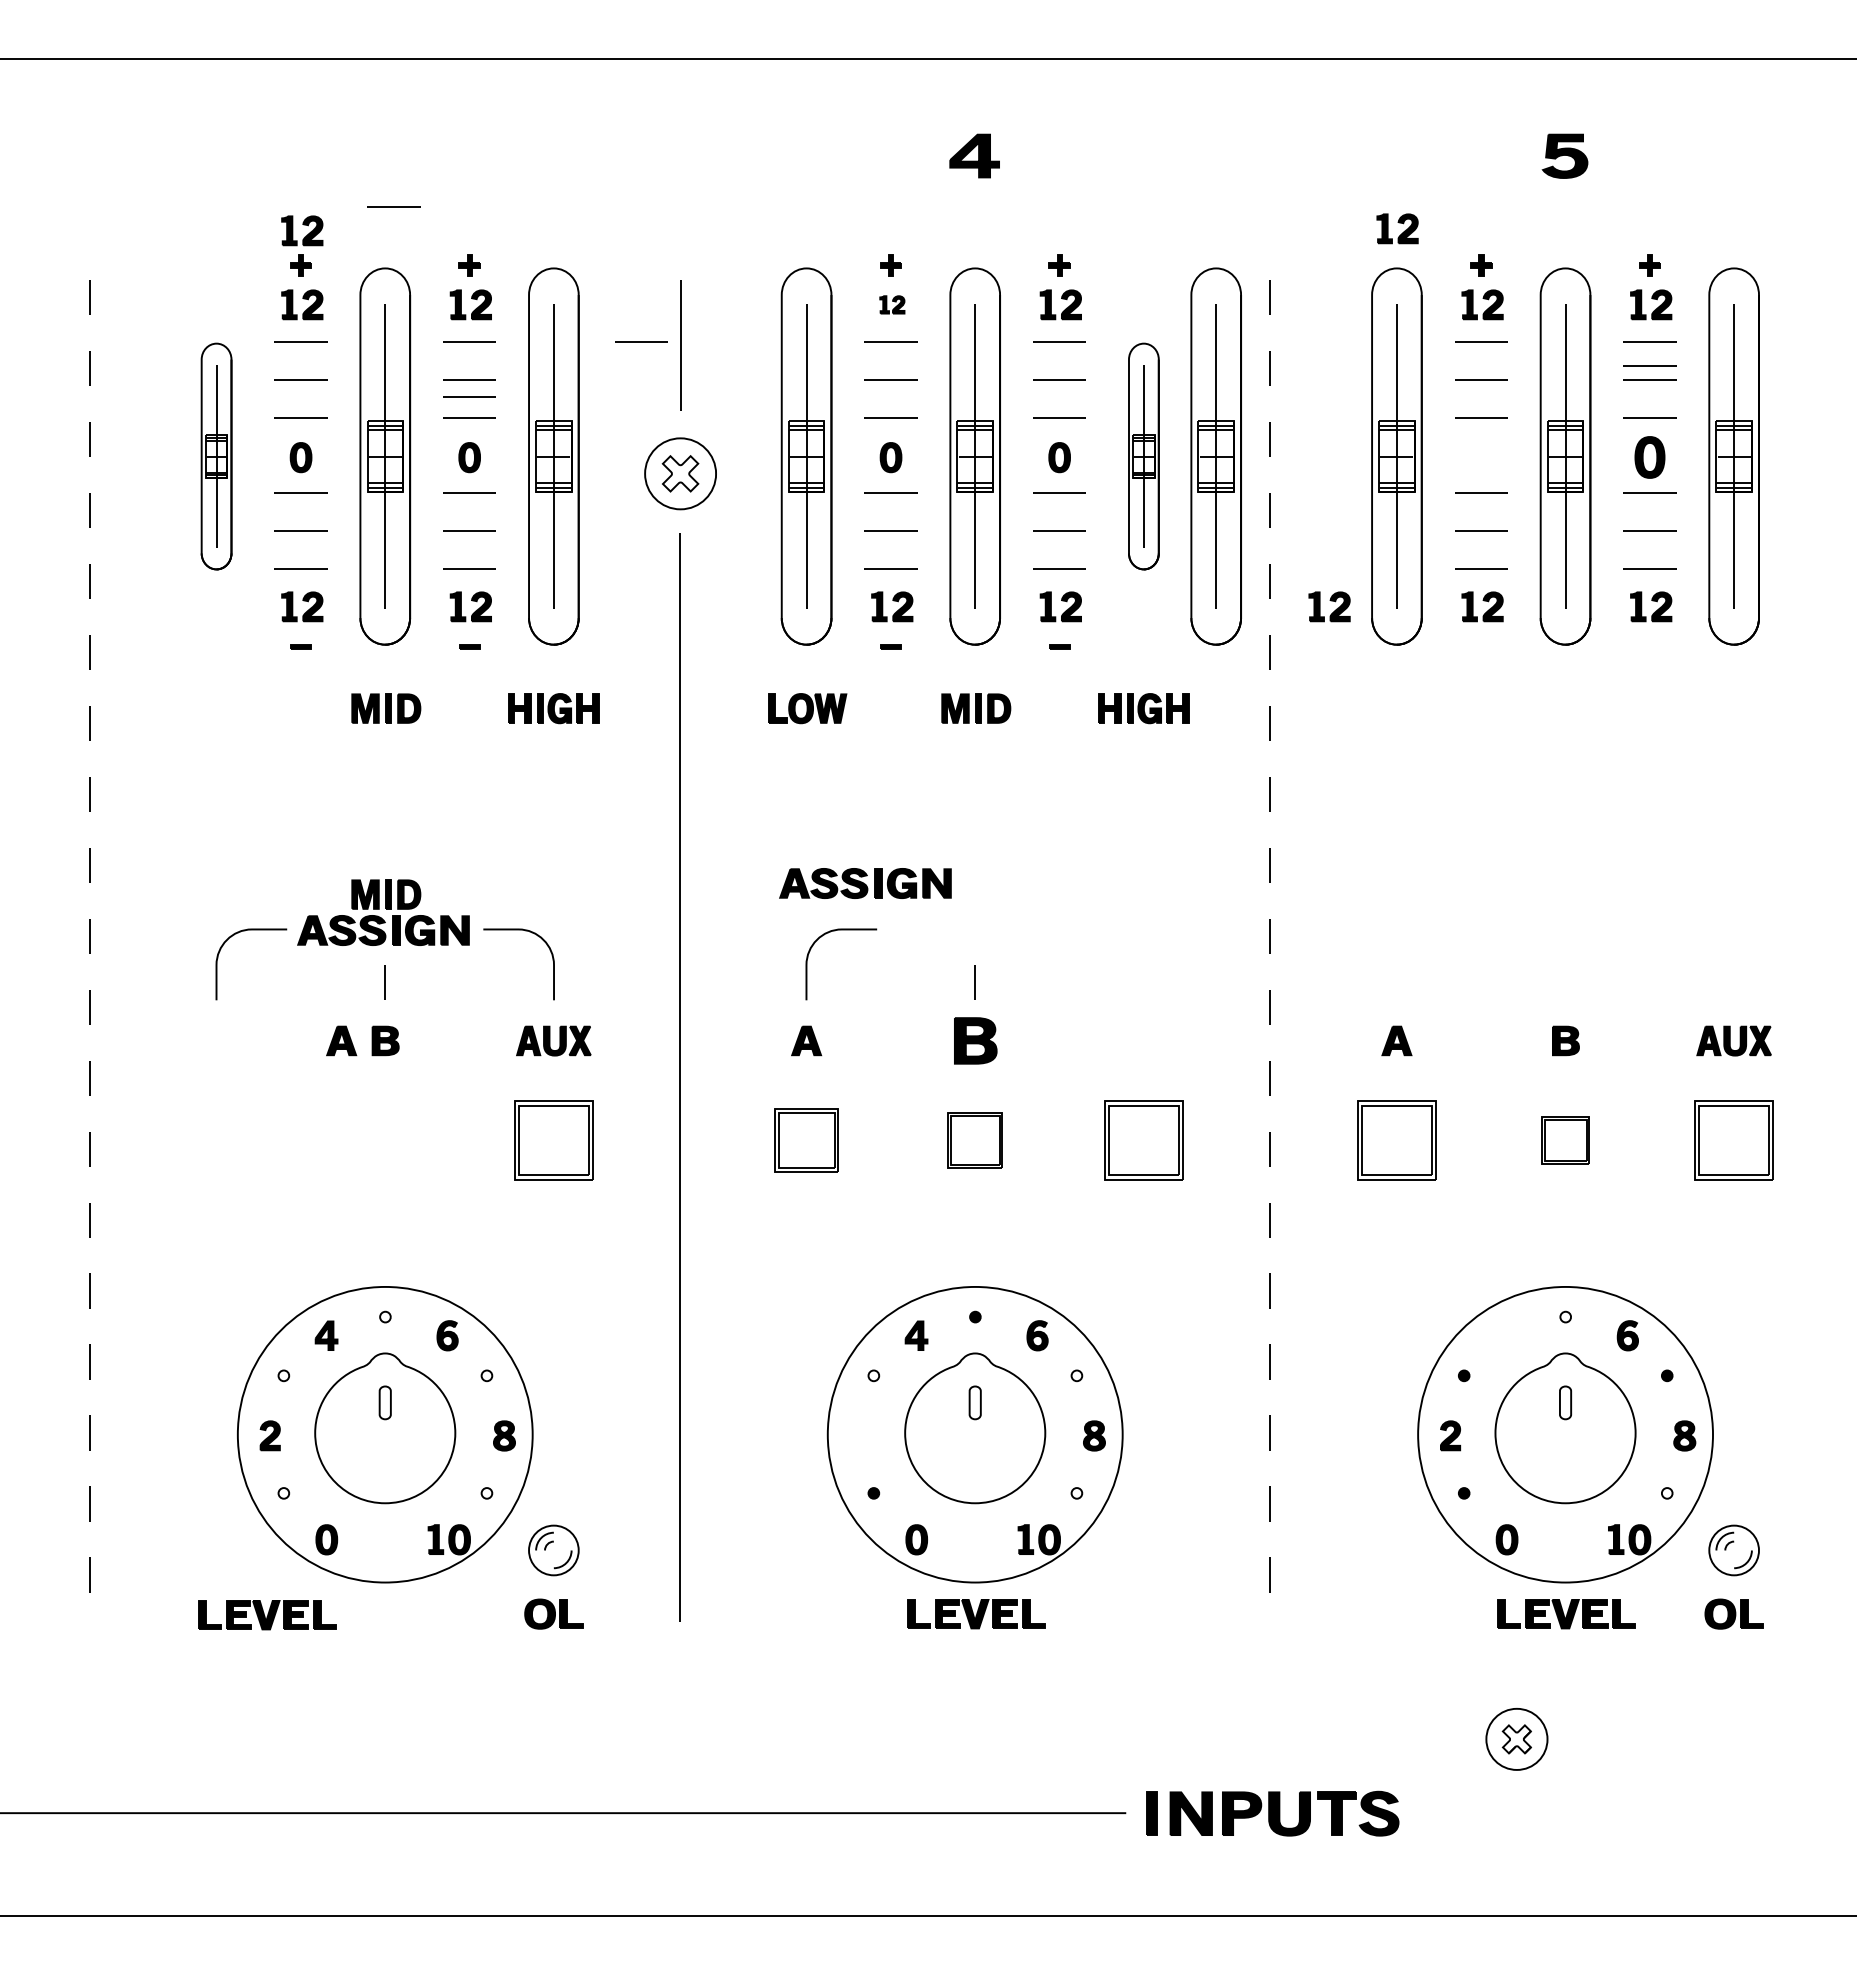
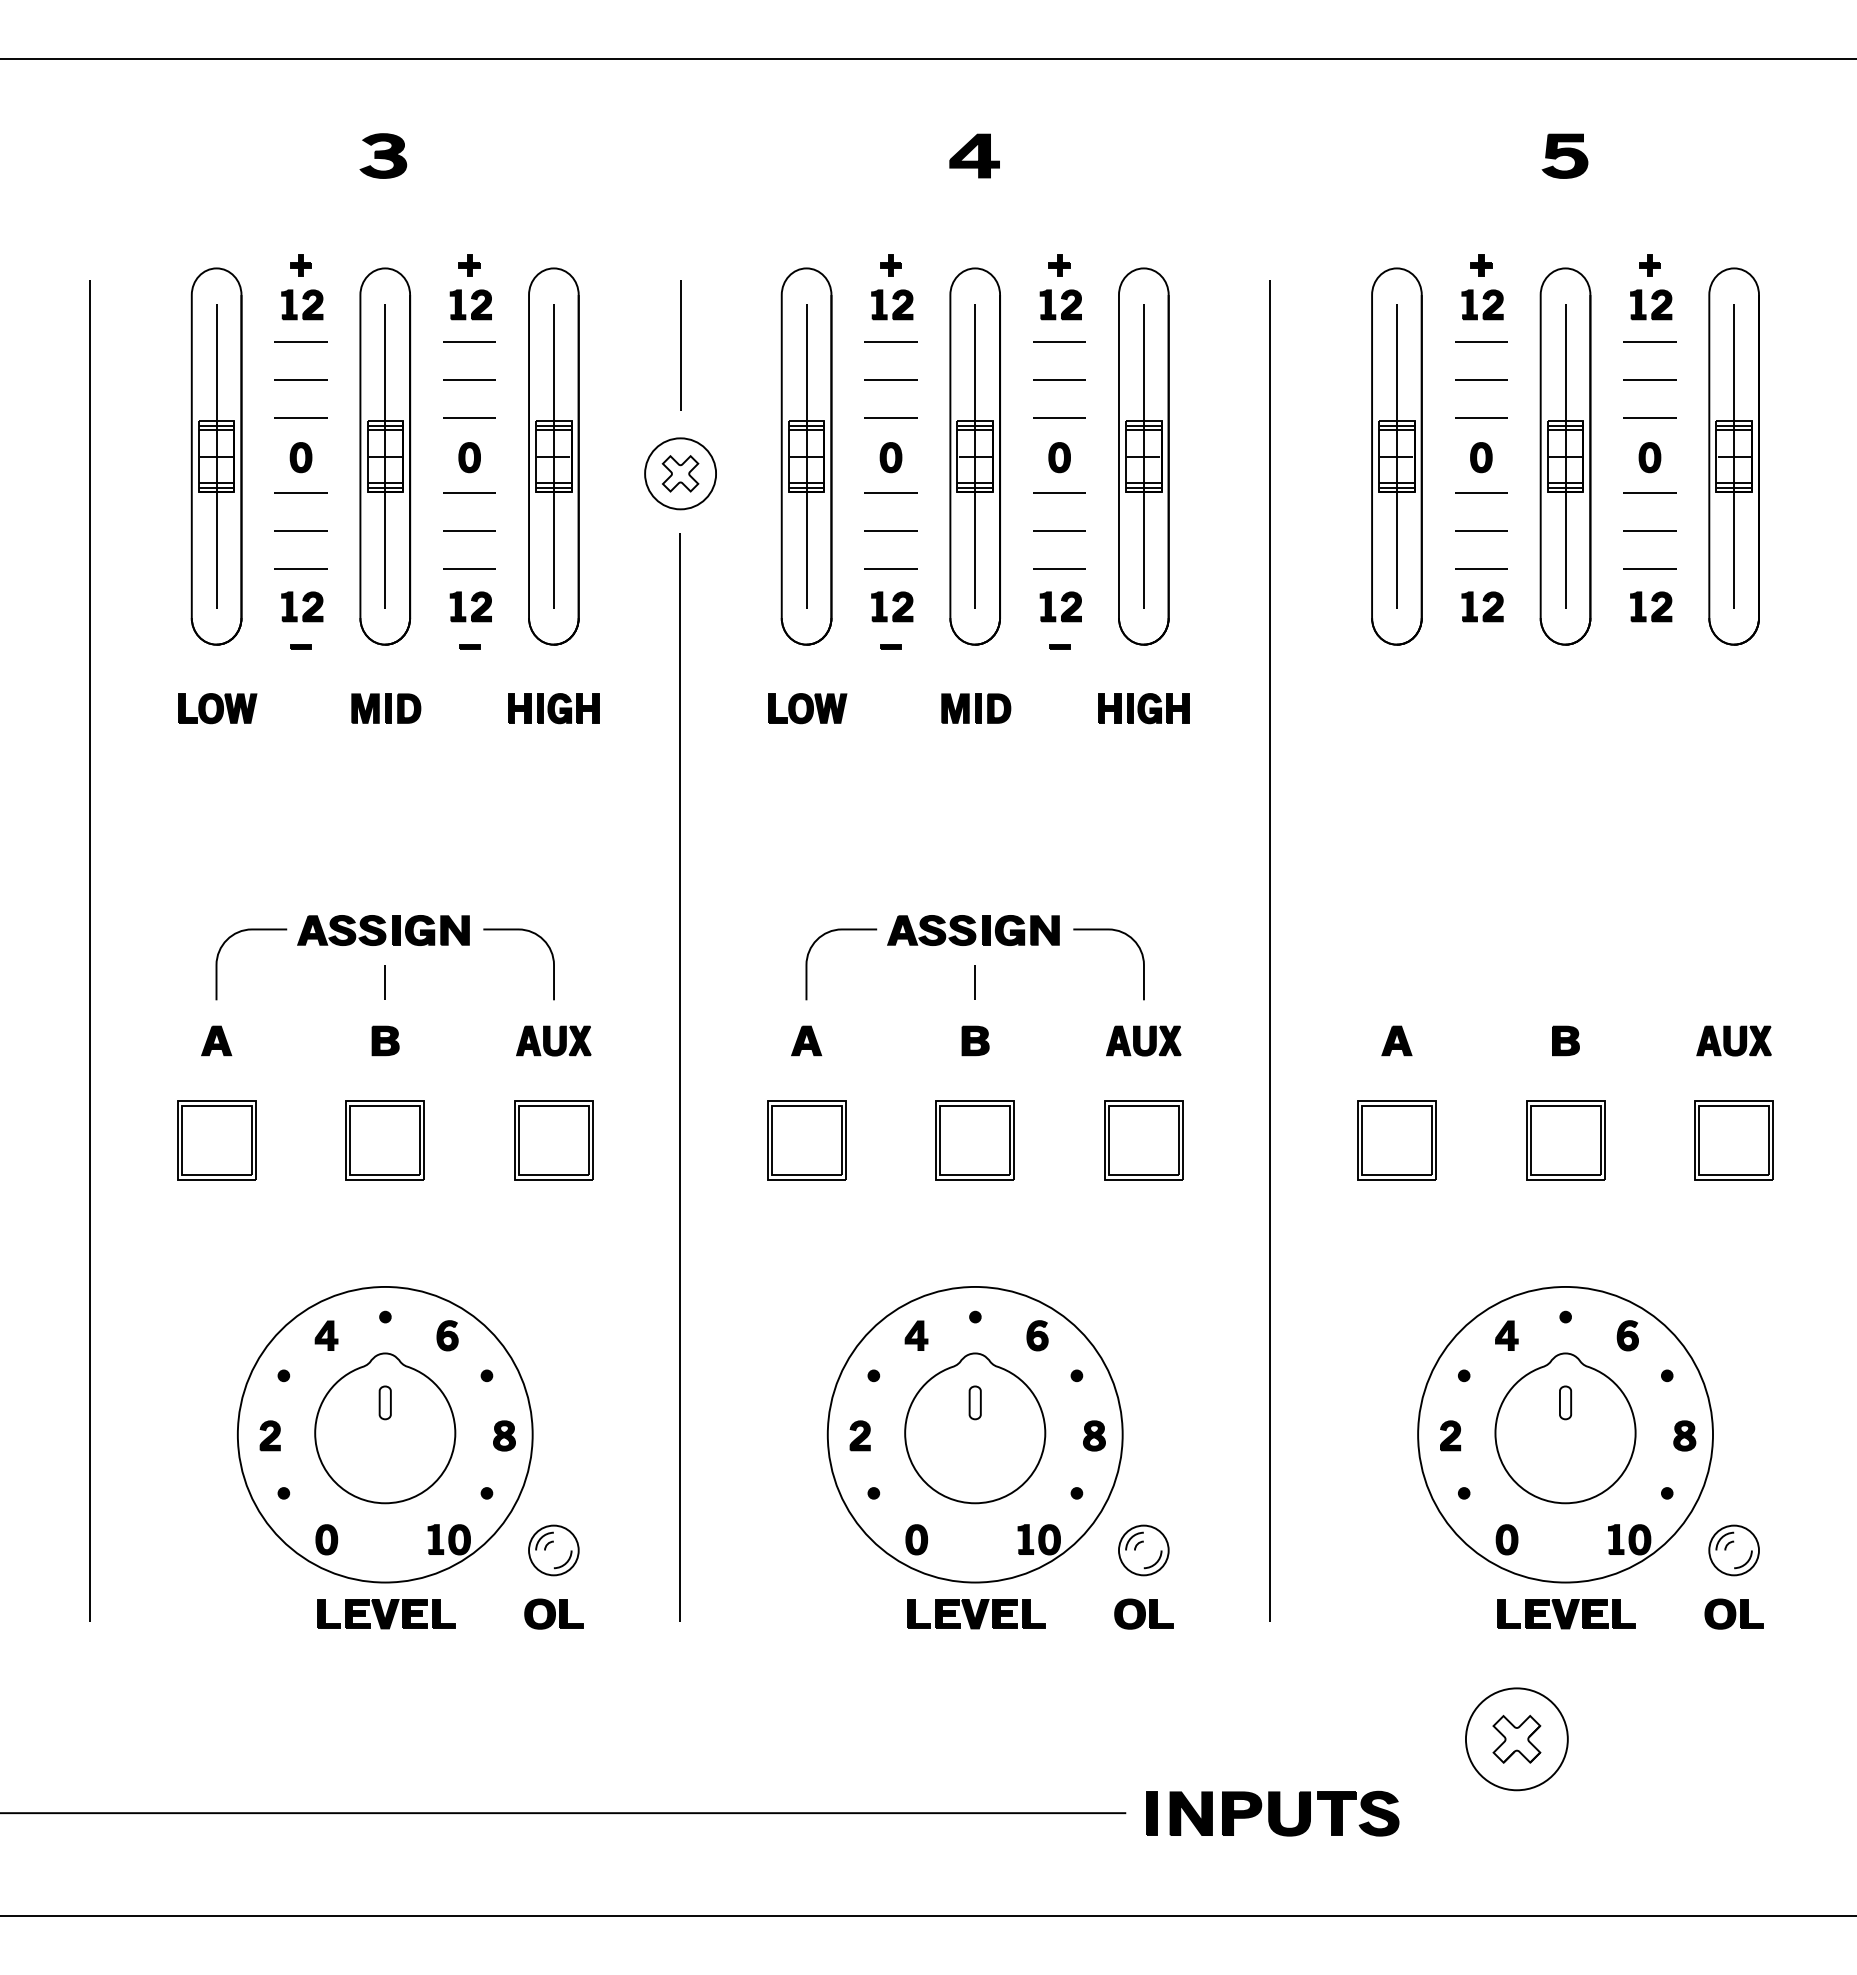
part at (383, 155): none -> present
line at (393, 206): present -> none
part at (1397, 228): present -> none
part at (302, 230): present -> none
part at (892, 304) size: 27x20 px -> 43x32 px
line at (641, 341): present -> none
line at (1649, 365): present -> none
line at (469, 396): present -> none
part at (216, 456) size: 33x229 px -> 53x379 px
part at (1143, 456) size: 32x229 px -> 52x379 px
part at (1215, 456): present -> none
part at (1481, 457): none -> present
part at (1649, 457) size: 32x43 px -> 24x32 px
part at (1329, 606): present -> none
part at (217, 708): none -> present
part at (865, 883) position: (865, 883) -> (973, 930)
part at (386, 894): present -> none
curve at (1121, 933): none -> present
line at (89, 951): dashed -> solid
line at (1270, 951): dashed -> solid
part at (341, 1040) position: (341, 1040) -> (216, 1040)
part at (975, 1040) size: 44x48 px -> 29x32 px
part at (1143, 1040): none -> present
part at (216, 1140): none -> present
part at (384, 1140): none -> present
part at (806, 1140) size: 65x65 px -> 80x81 px
part at (974, 1140) size: 56x57 px -> 80x81 px
part at (1565, 1140) size: 49x49 px -> 80x81 px
fill at (385, 1316): none -> present
fill at (1565, 1316): none -> present
part at (1506, 1335): none -> present
fill at (283, 1375): none -> present
fill at (486, 1375): none -> present
fill at (873, 1375): none -> present
fill at (1076, 1375): none -> present
part at (859, 1435): none -> present
fill at (283, 1493): none -> present
fill at (486, 1493): none -> present
fill at (1076, 1493): none -> present
fill at (1666, 1493): none -> present
part at (1143, 1550): none -> present
part at (1143, 1613): none -> present
part at (267, 1615) position: (267, 1615) -> (386, 1614)
part at (1516, 1739) size: 64x63 px -> 104x105 px
